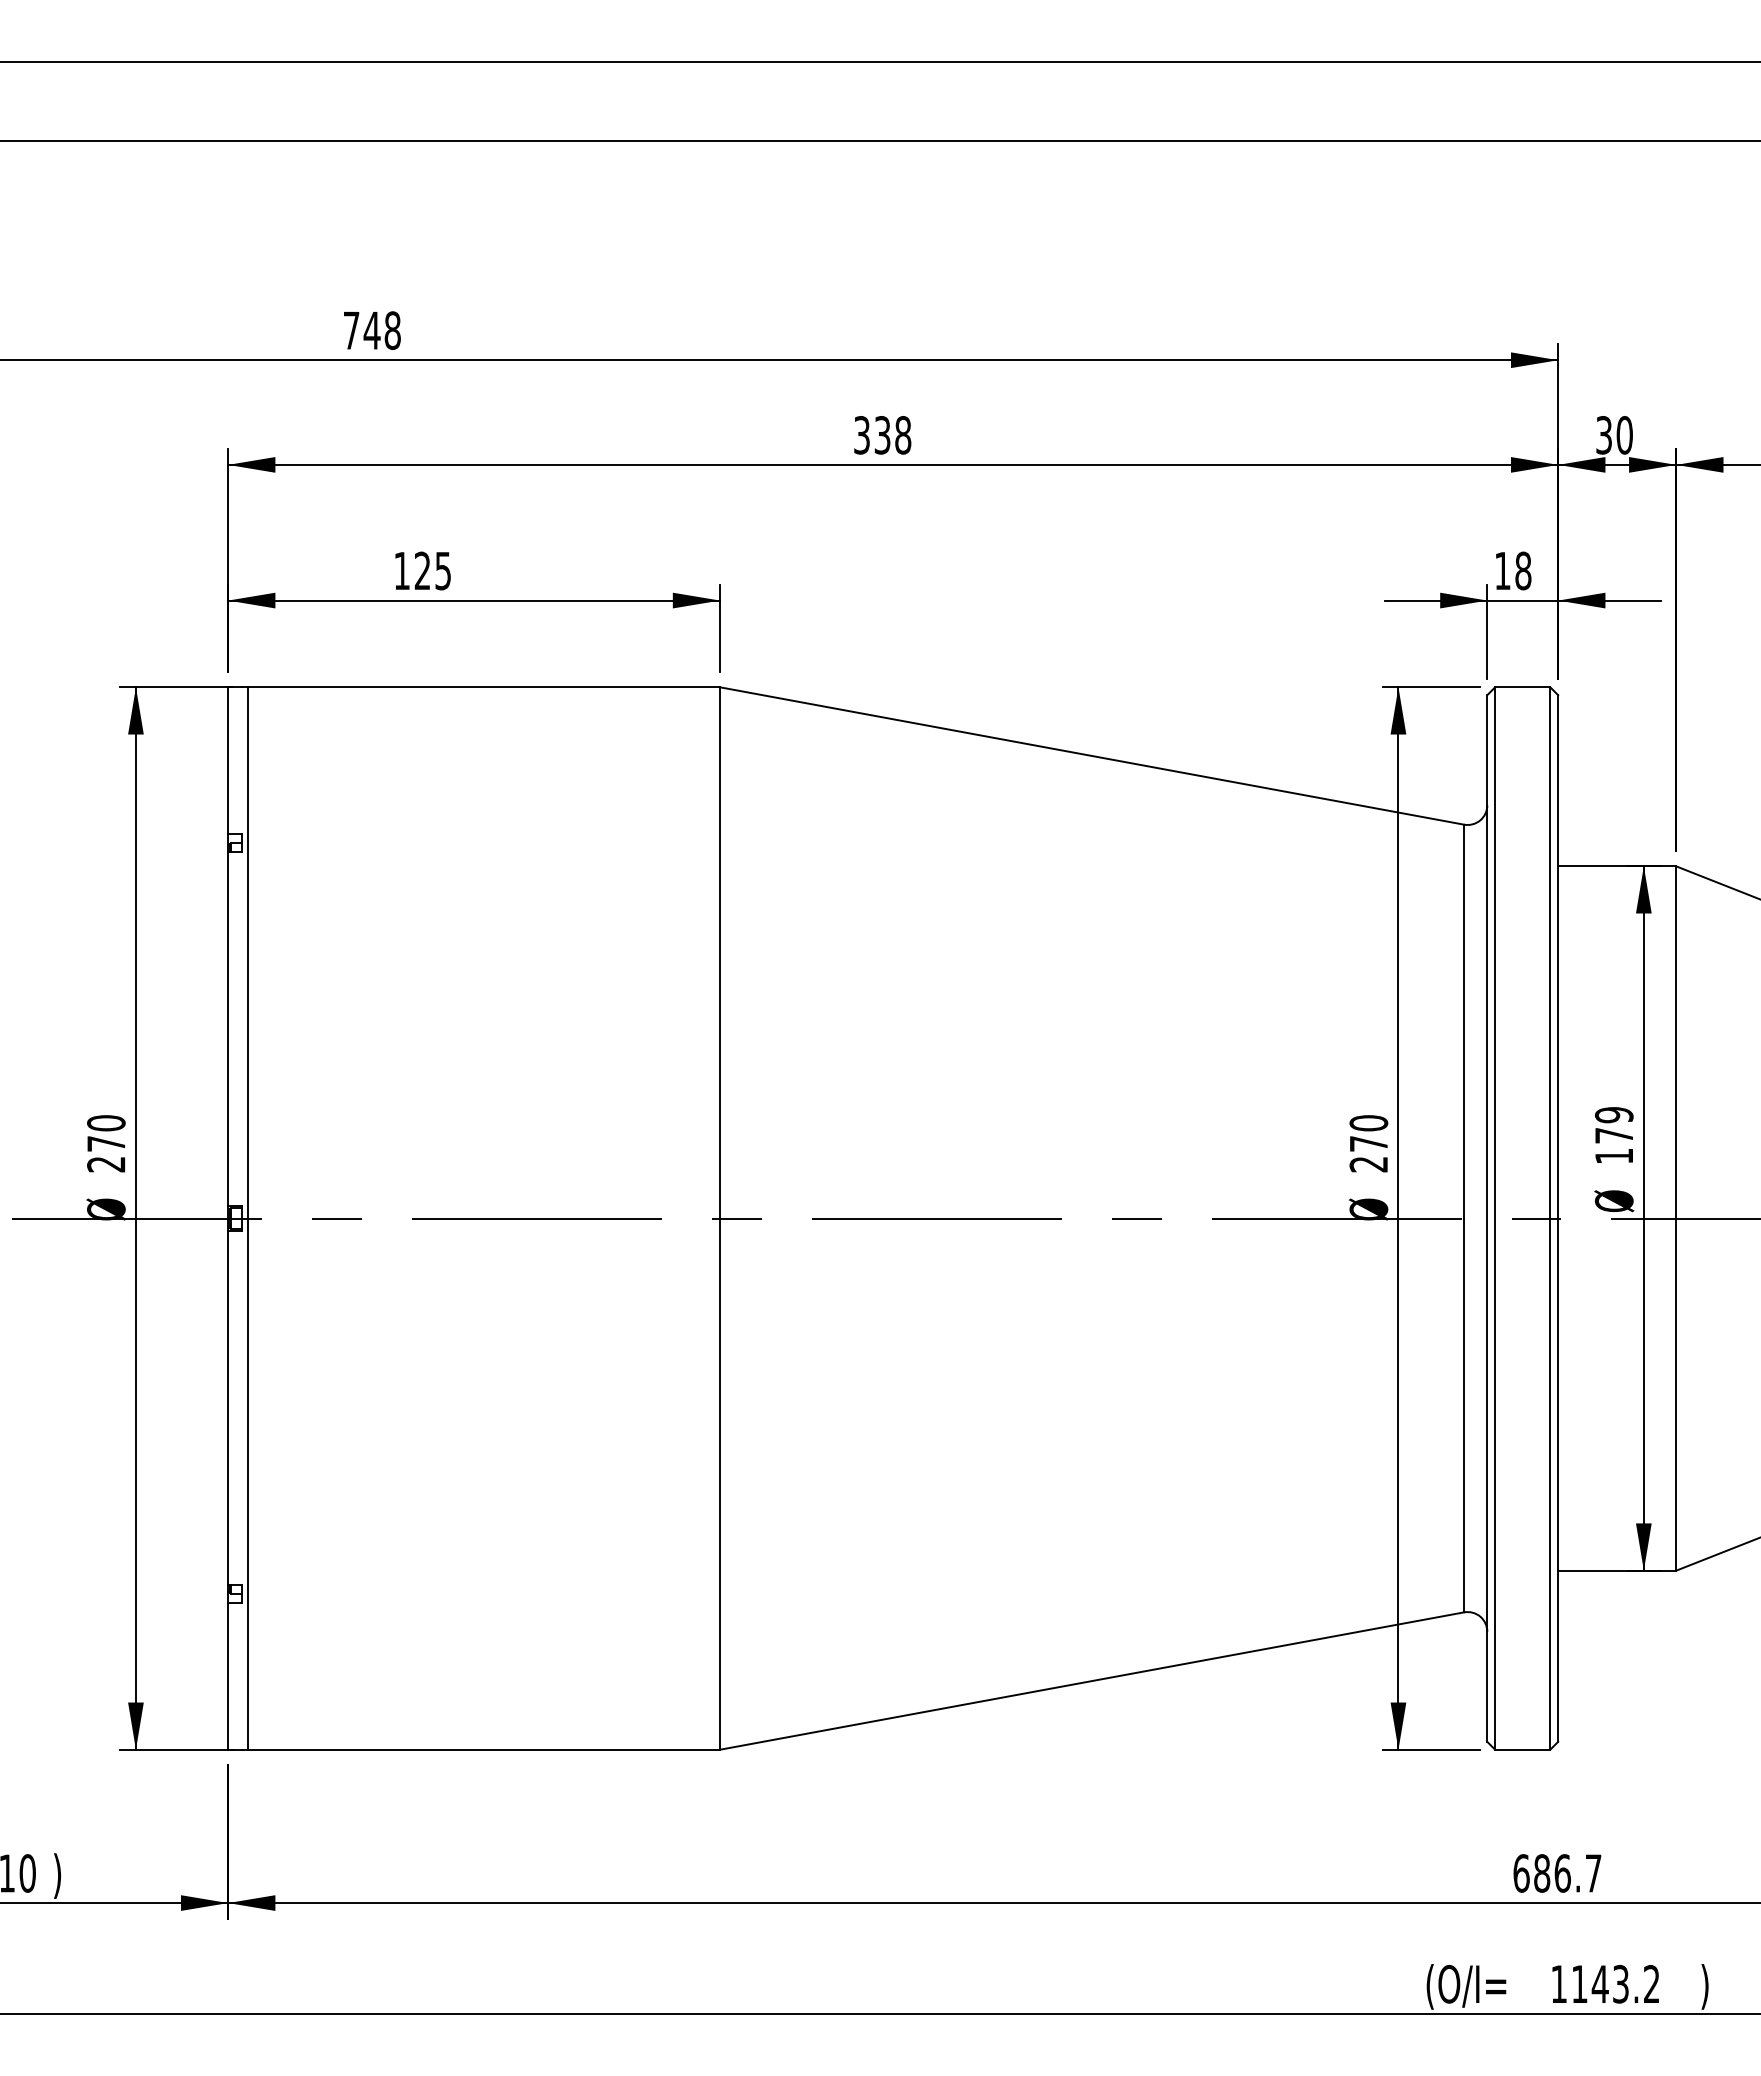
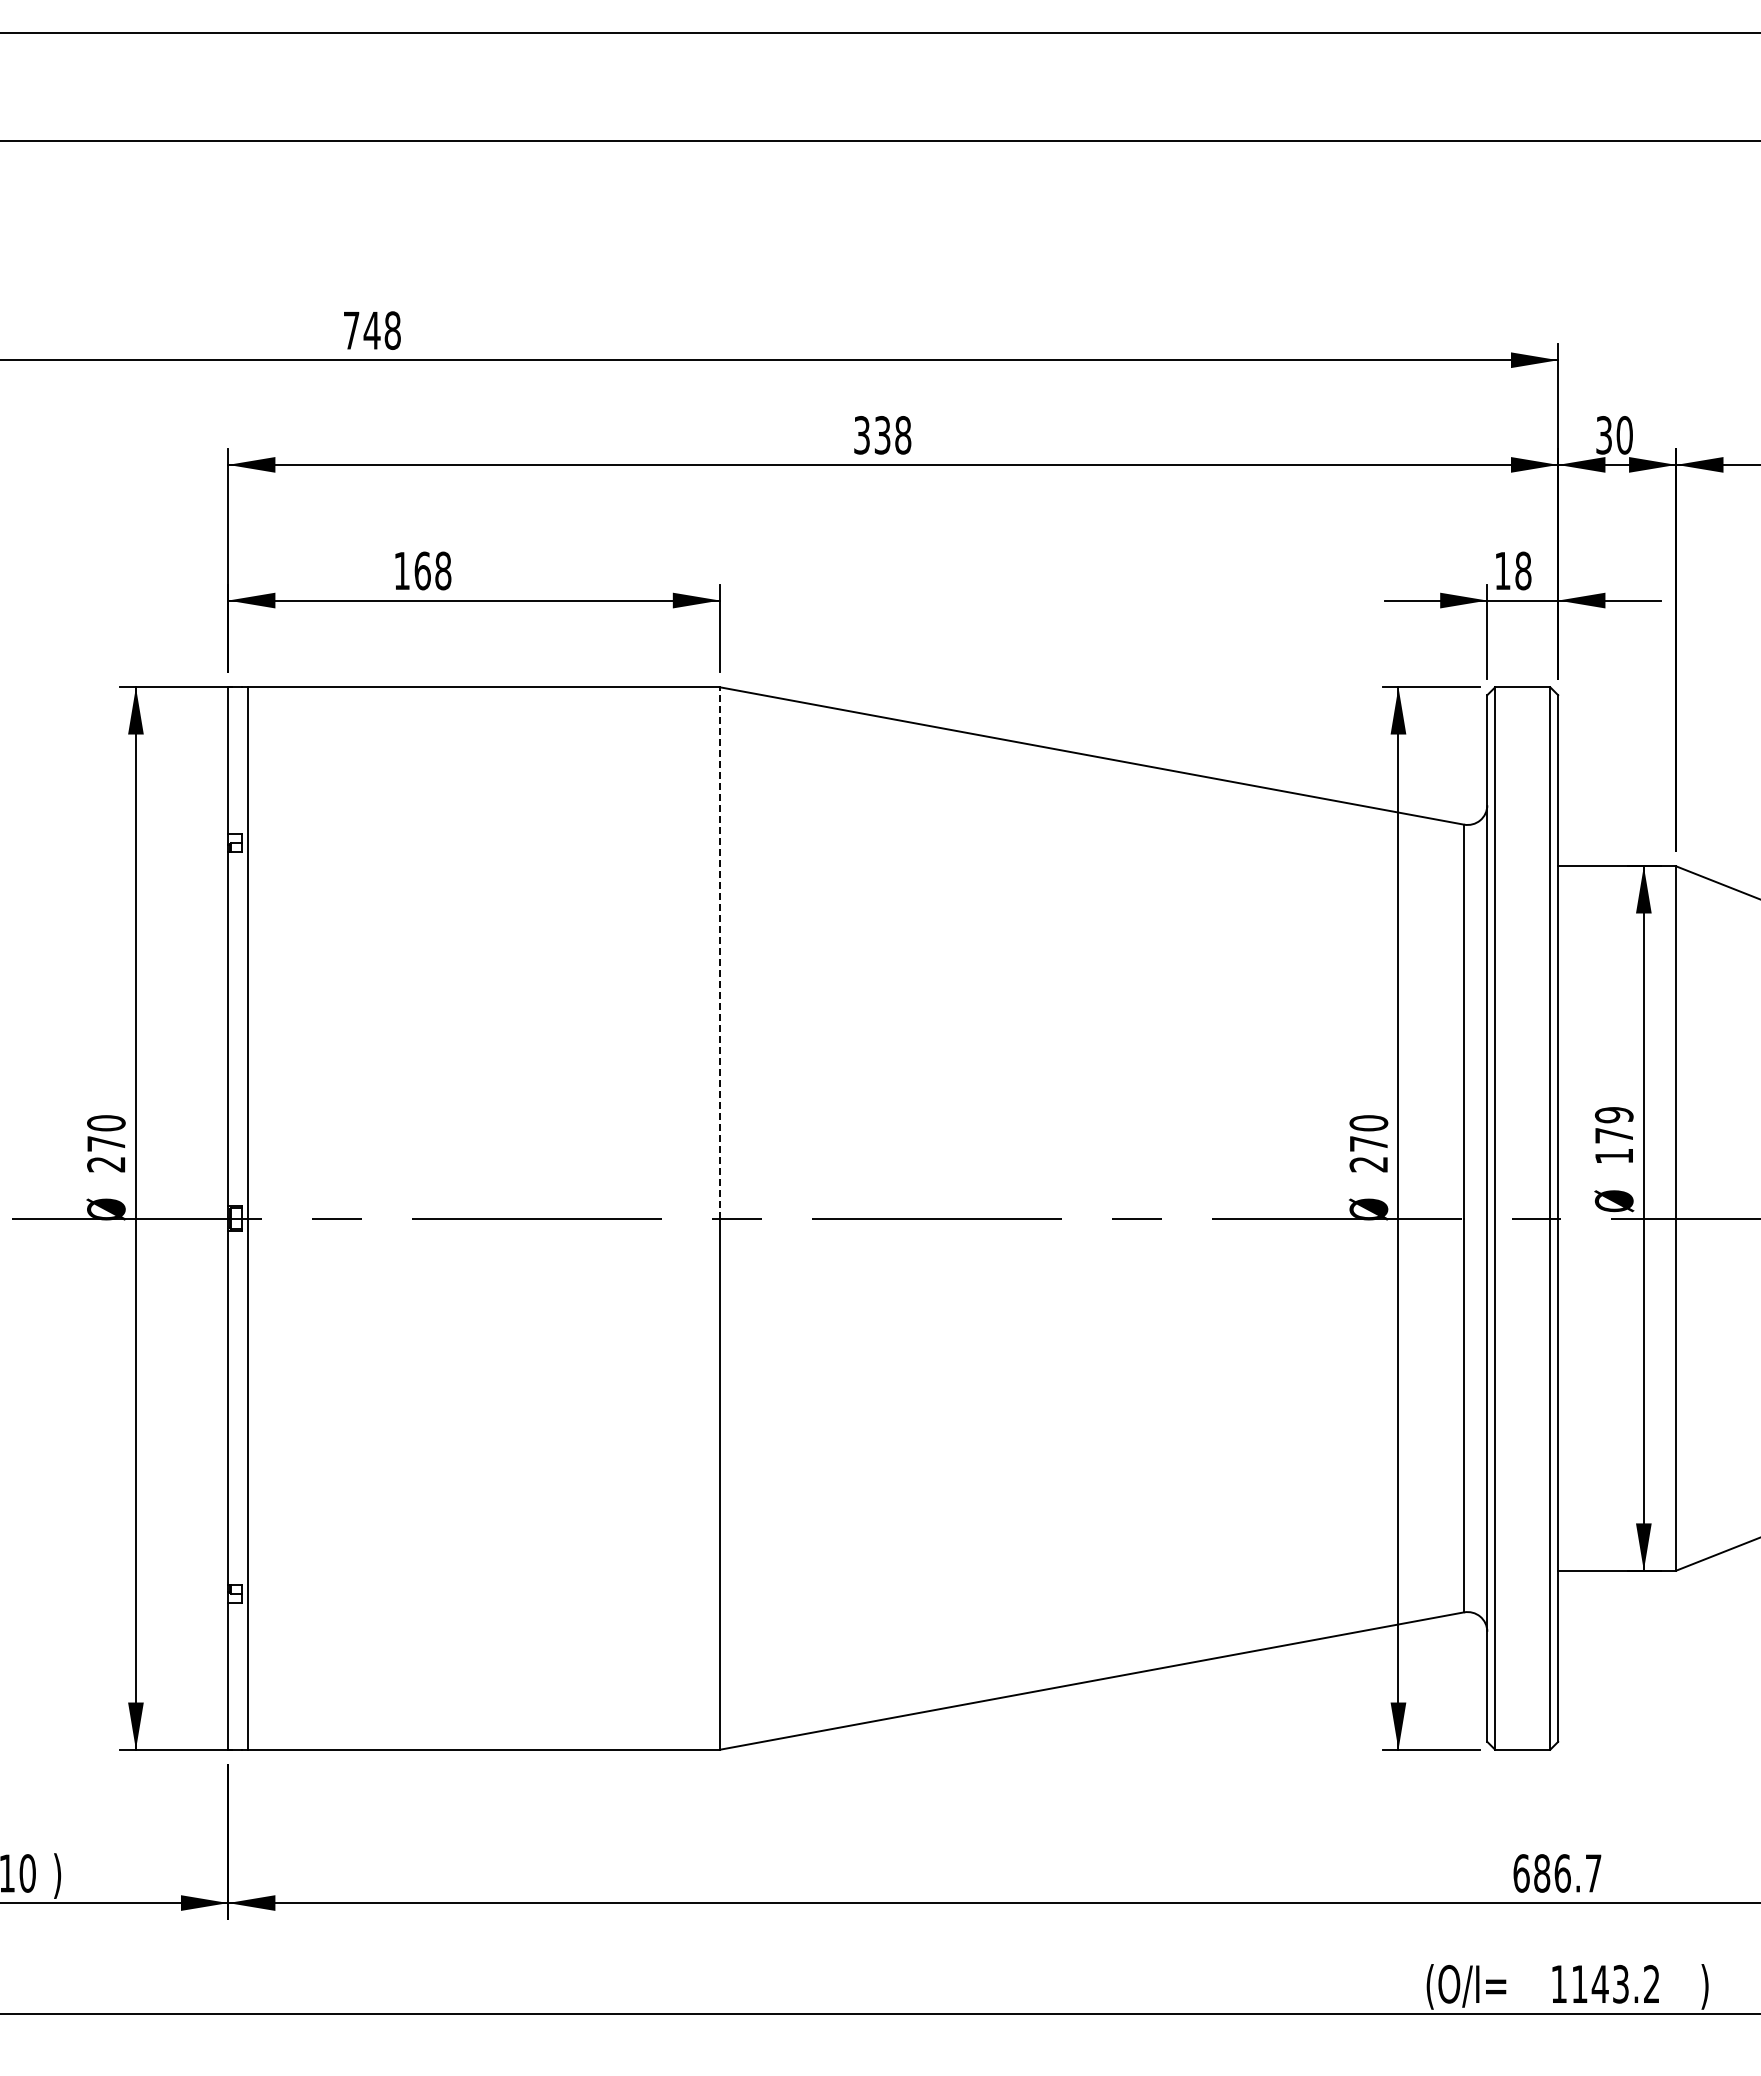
line at (879, 62) position: (879, 62) -> (879, 33)
text at (432, 570): 125 -> 168
line at (719, 952): solid -> dashed
